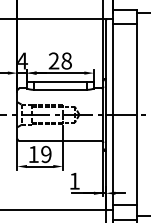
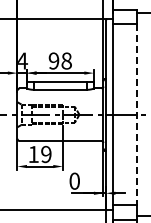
text at (53, 61): 28 -> 98
line at (136, 115): solid -> dashed
text at (74, 180): 1 -> 0
